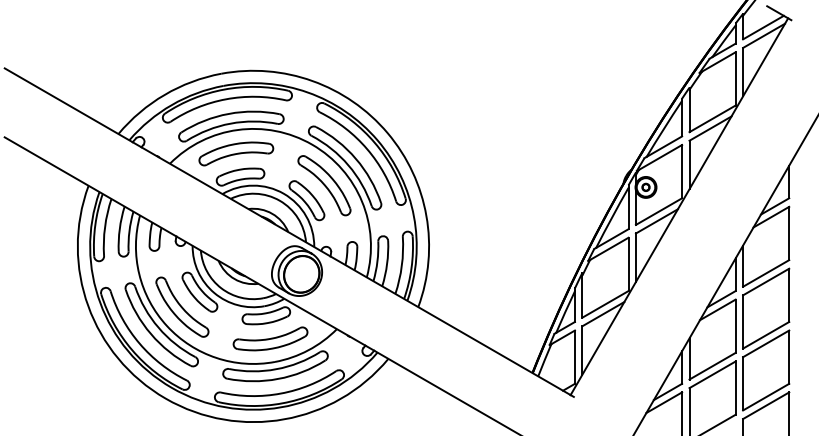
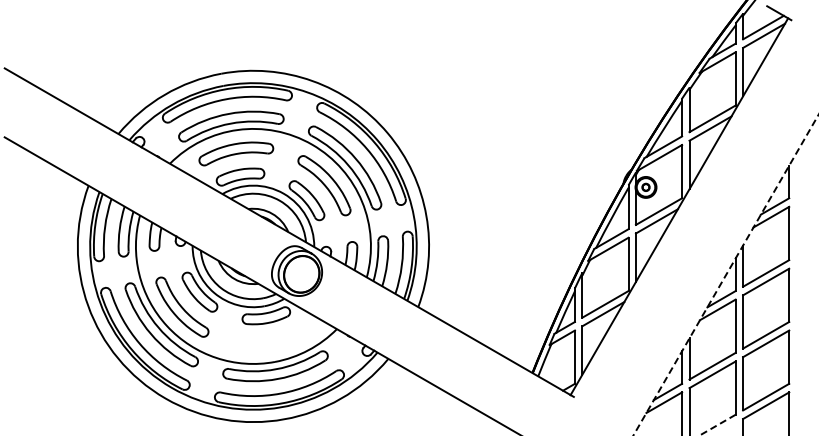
line at (726, 274): solid -> dashed
part at (270, 338): present -> none
line at (716, 425): solid -> dashed
